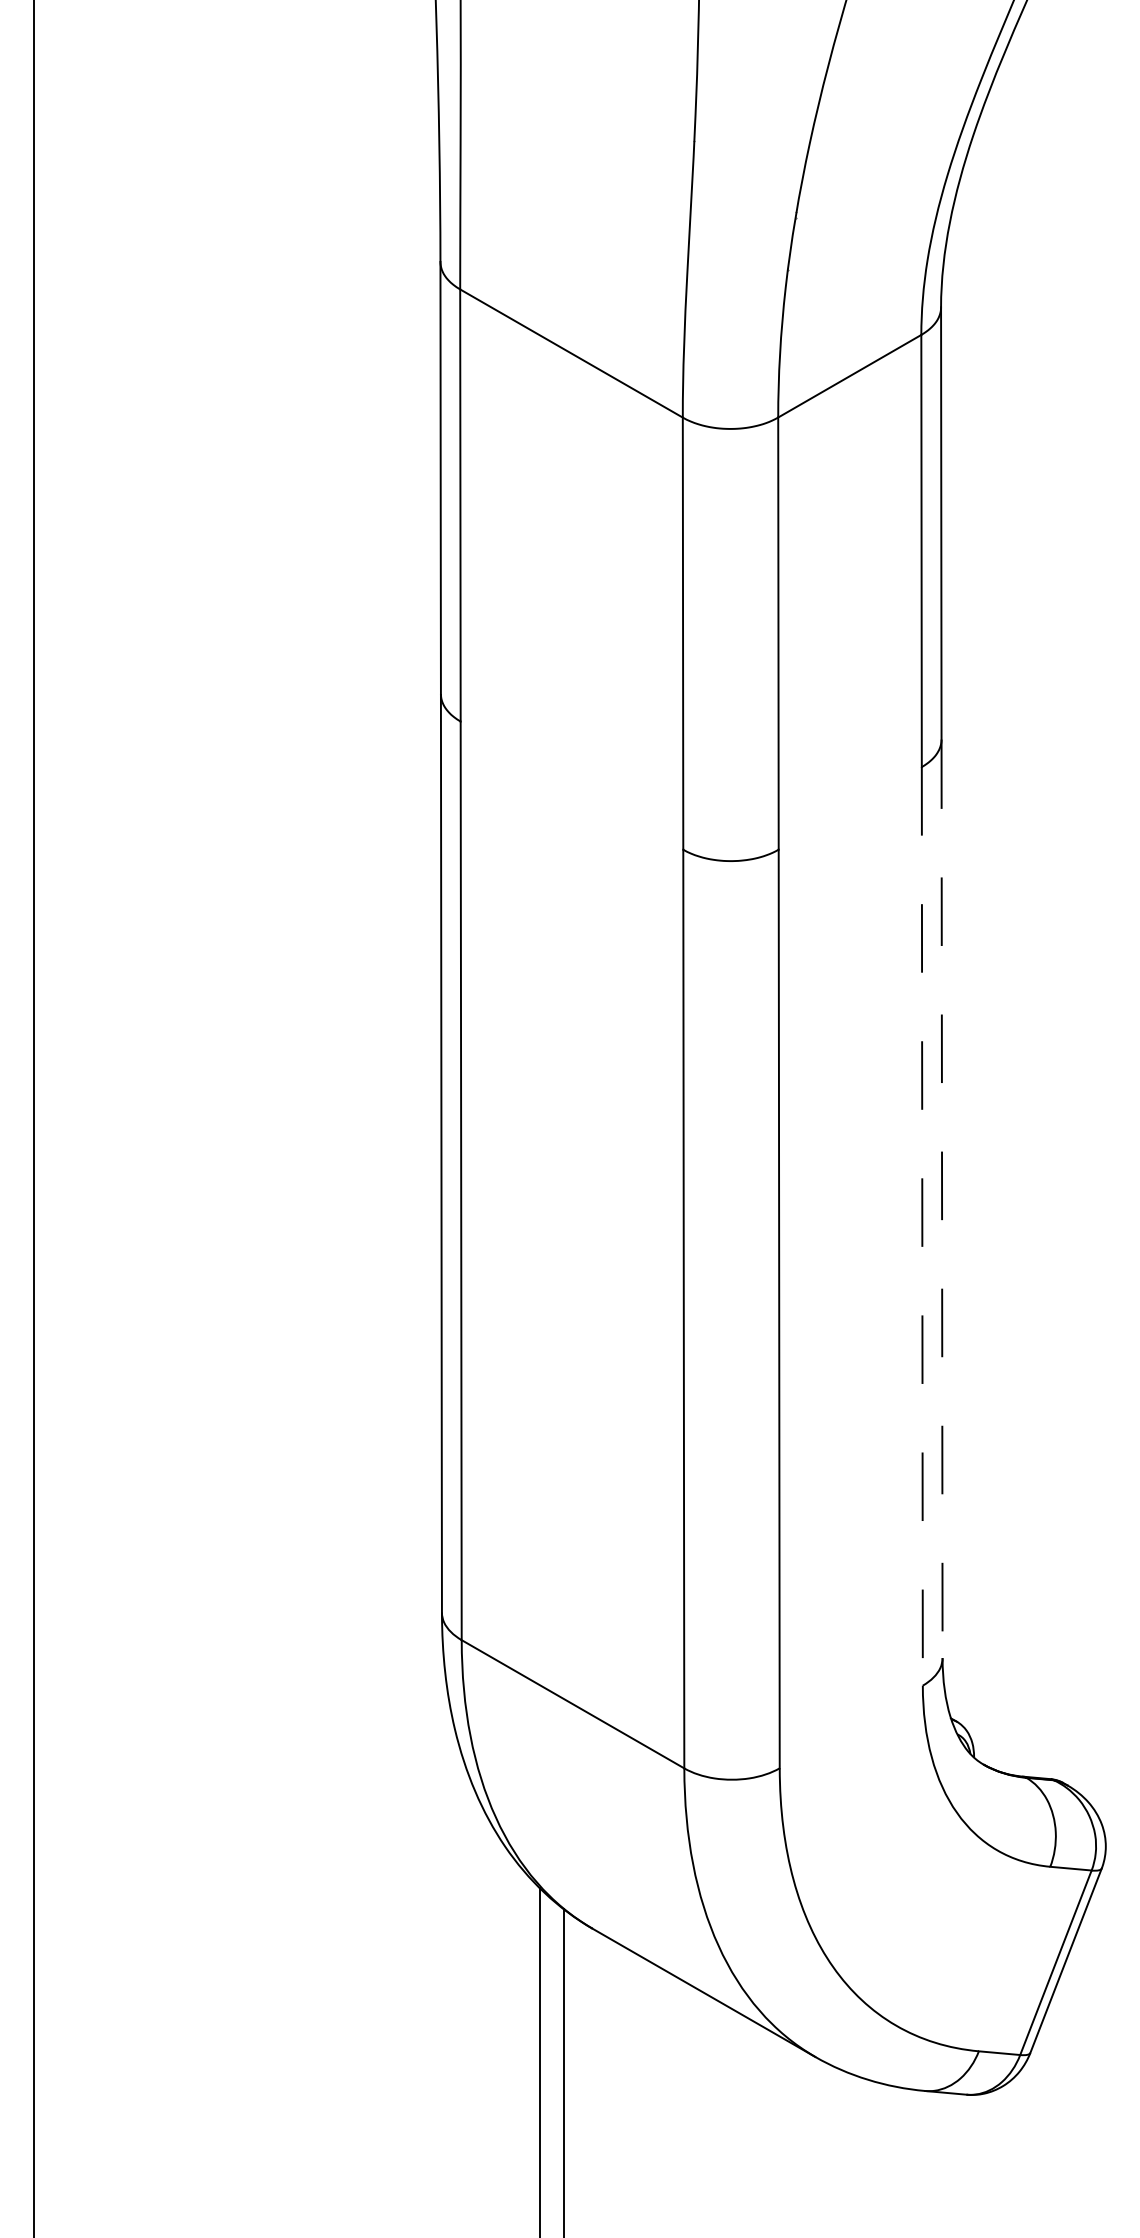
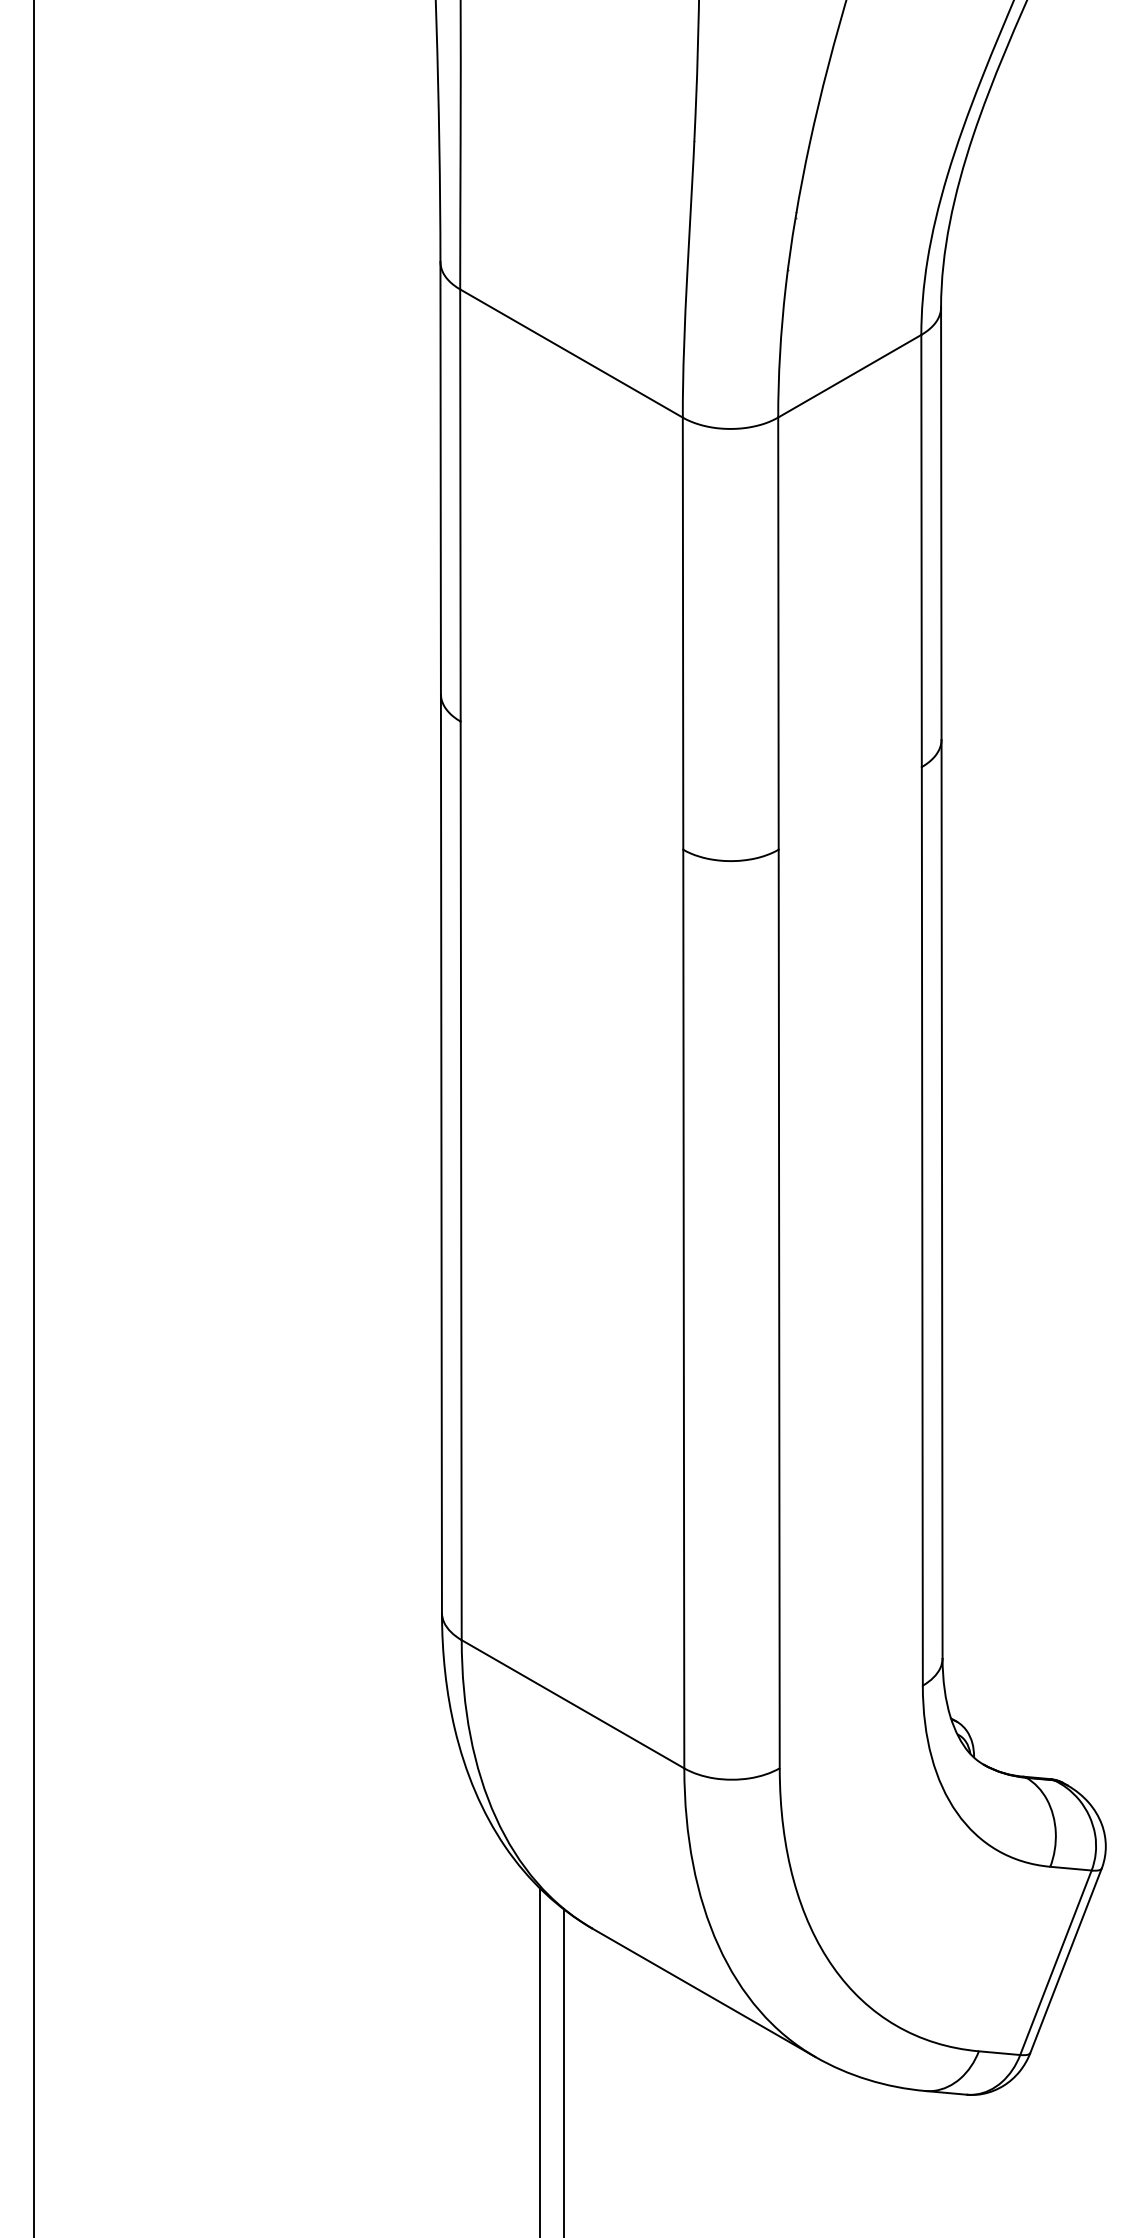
line at (942, 1199): dashed -> solid
line at (922, 1226): dashed -> solid
